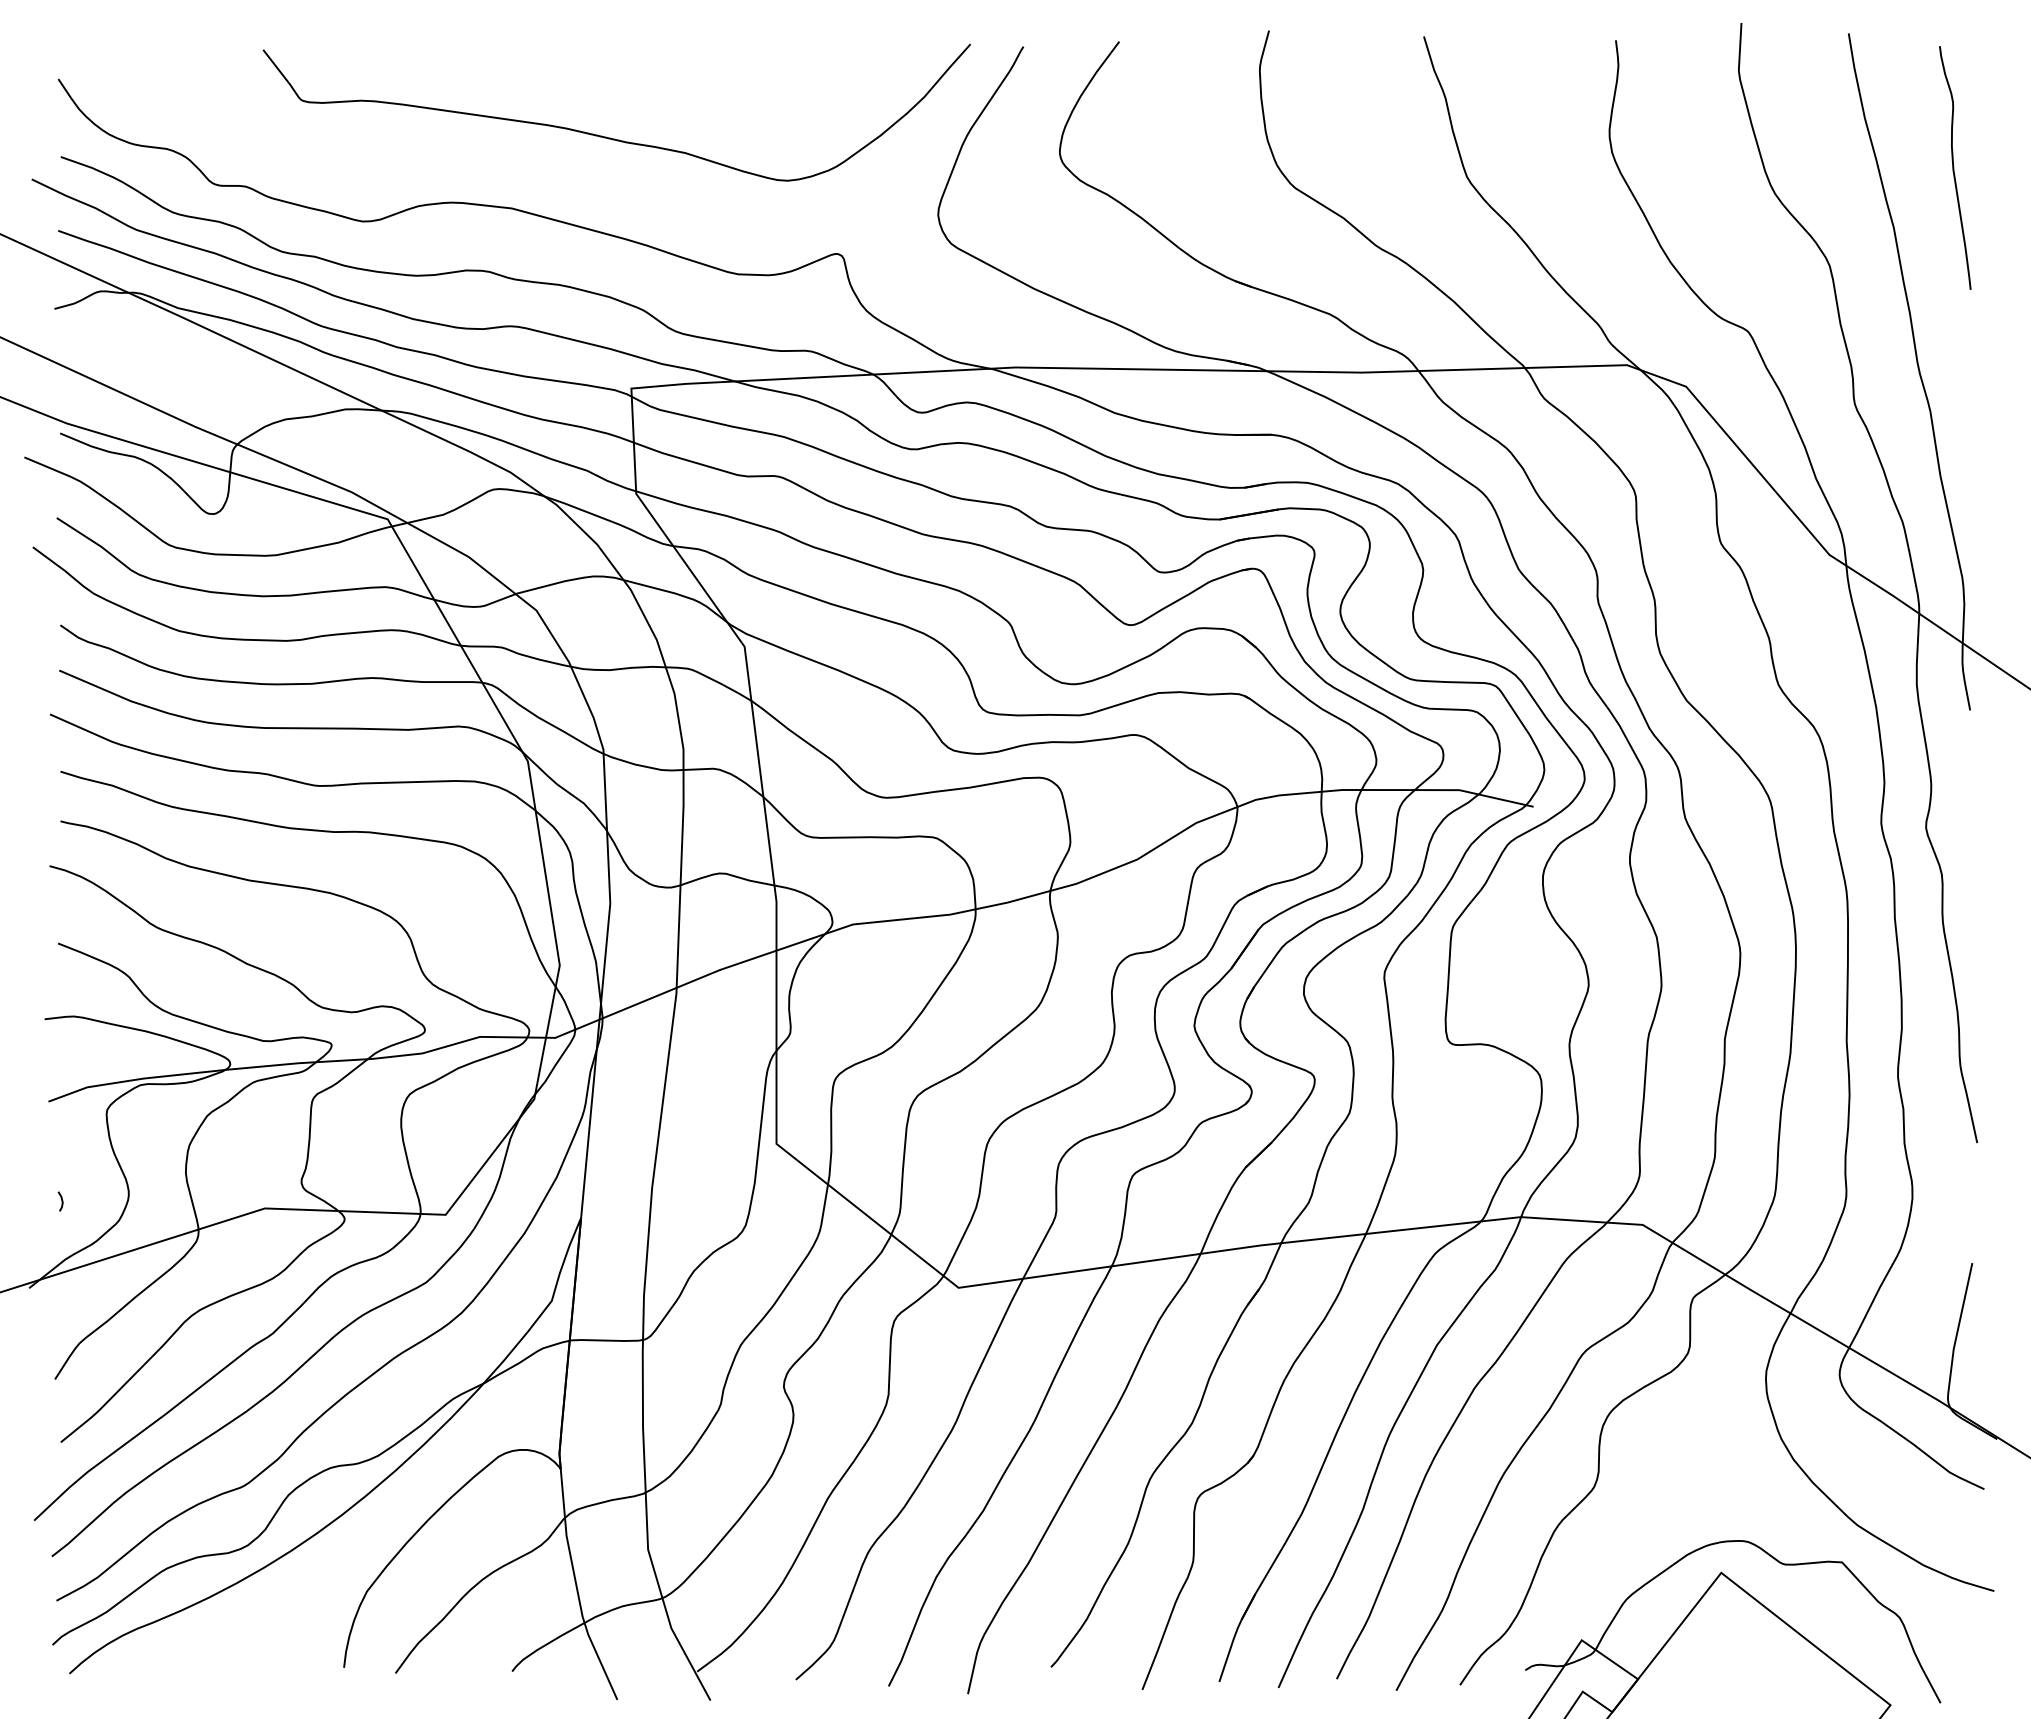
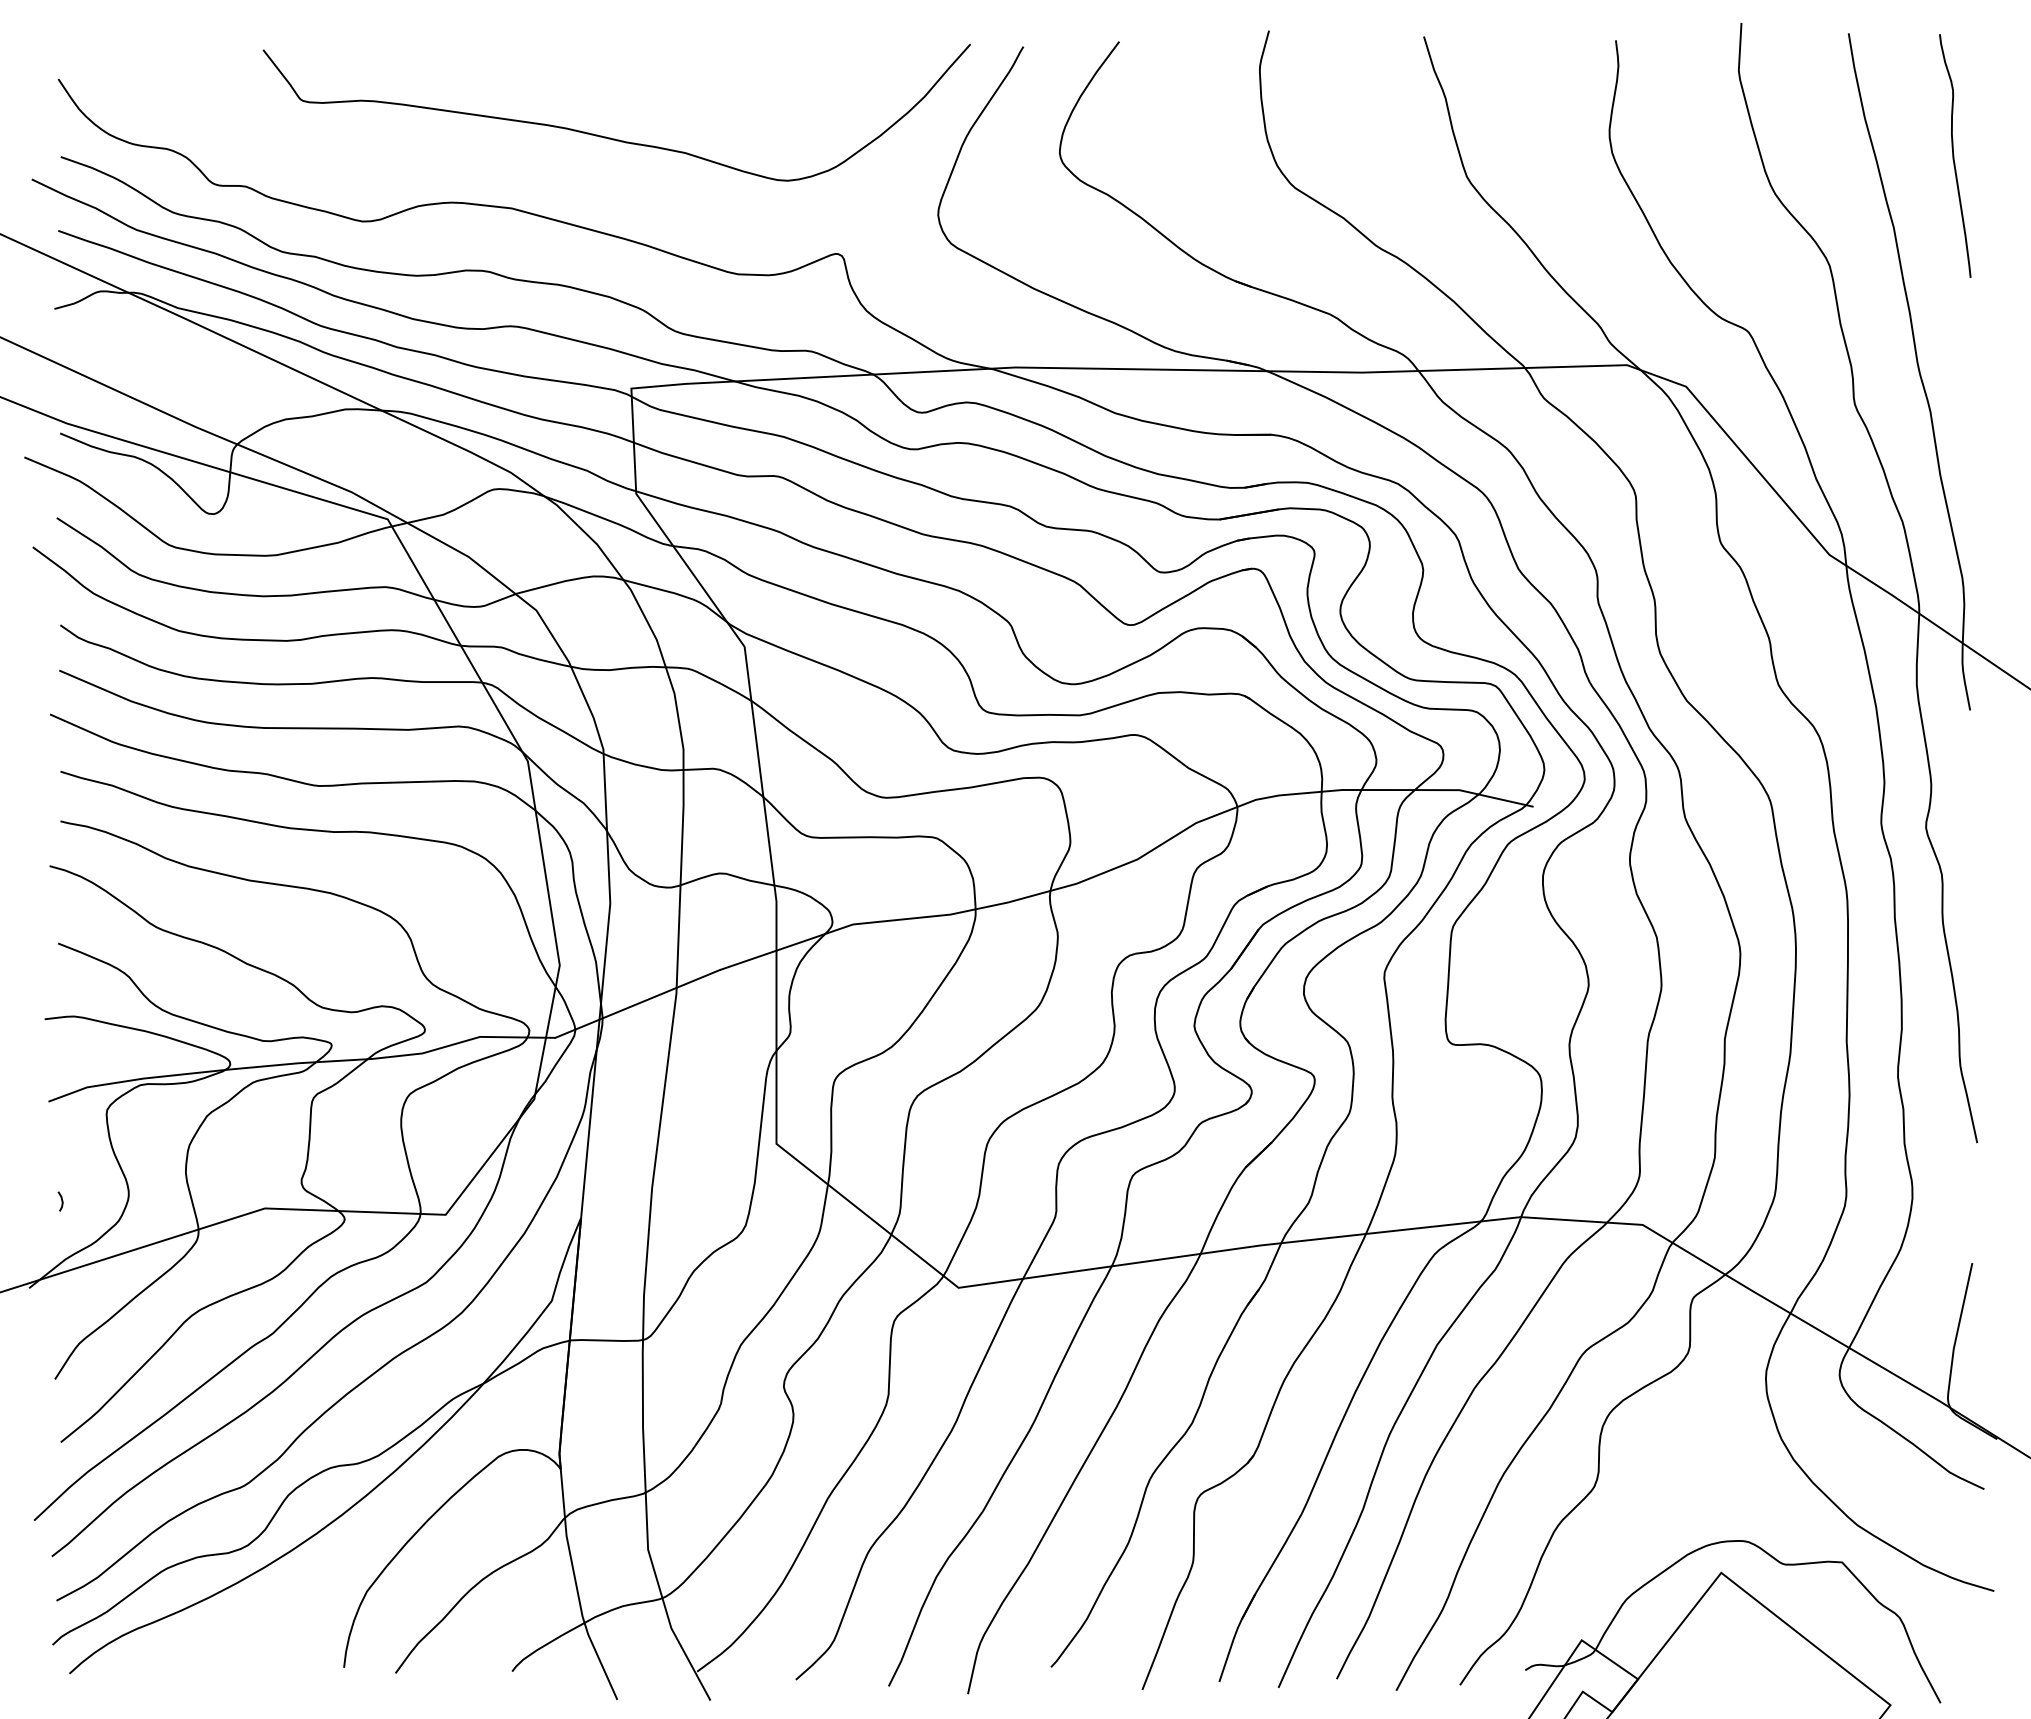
curve at (1954, 167) position: (1954, 167) -> (1954, 155)
